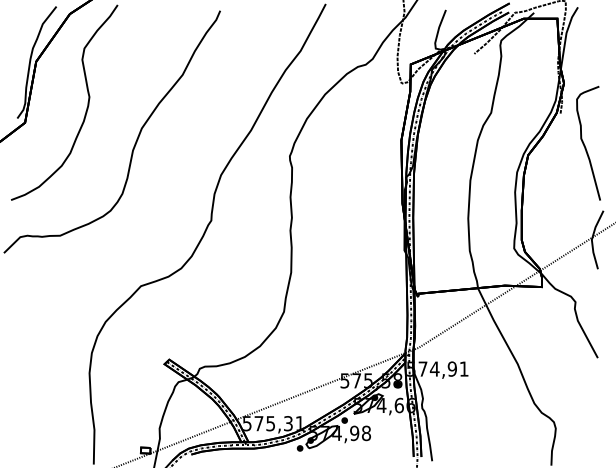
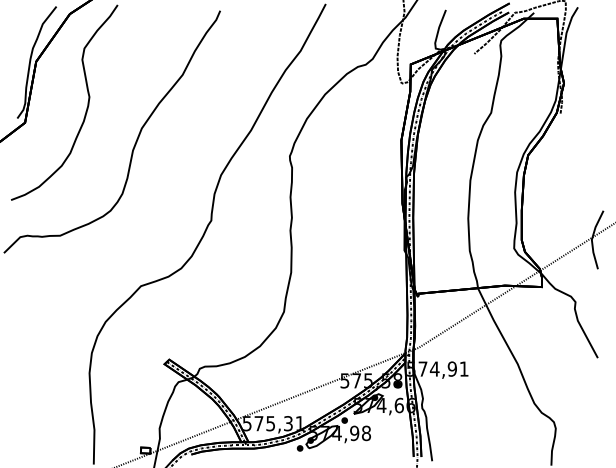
curve at (584, 143): present -> none
